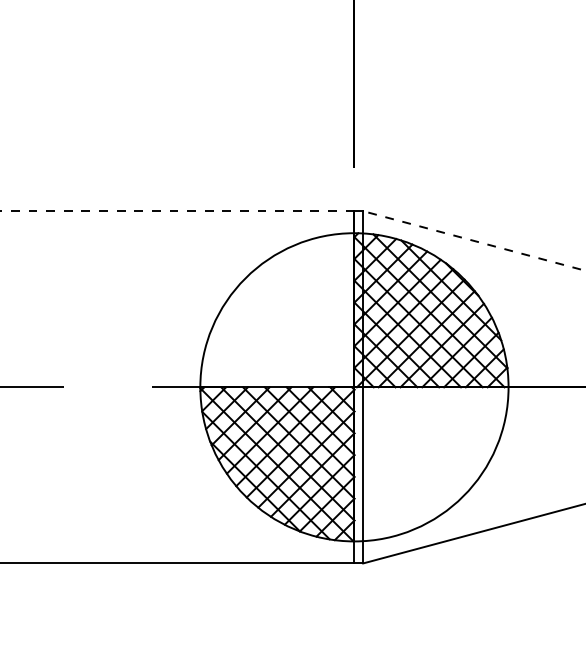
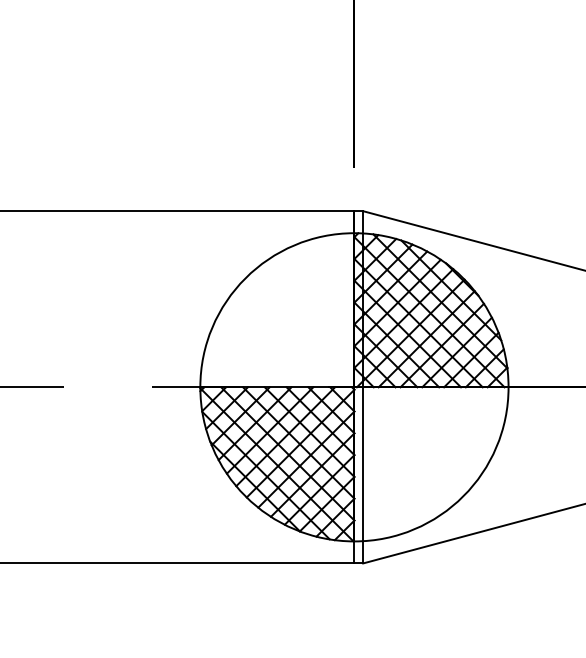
line at (177, 211): dashed -> solid
line at (474, 240): dashed -> solid
